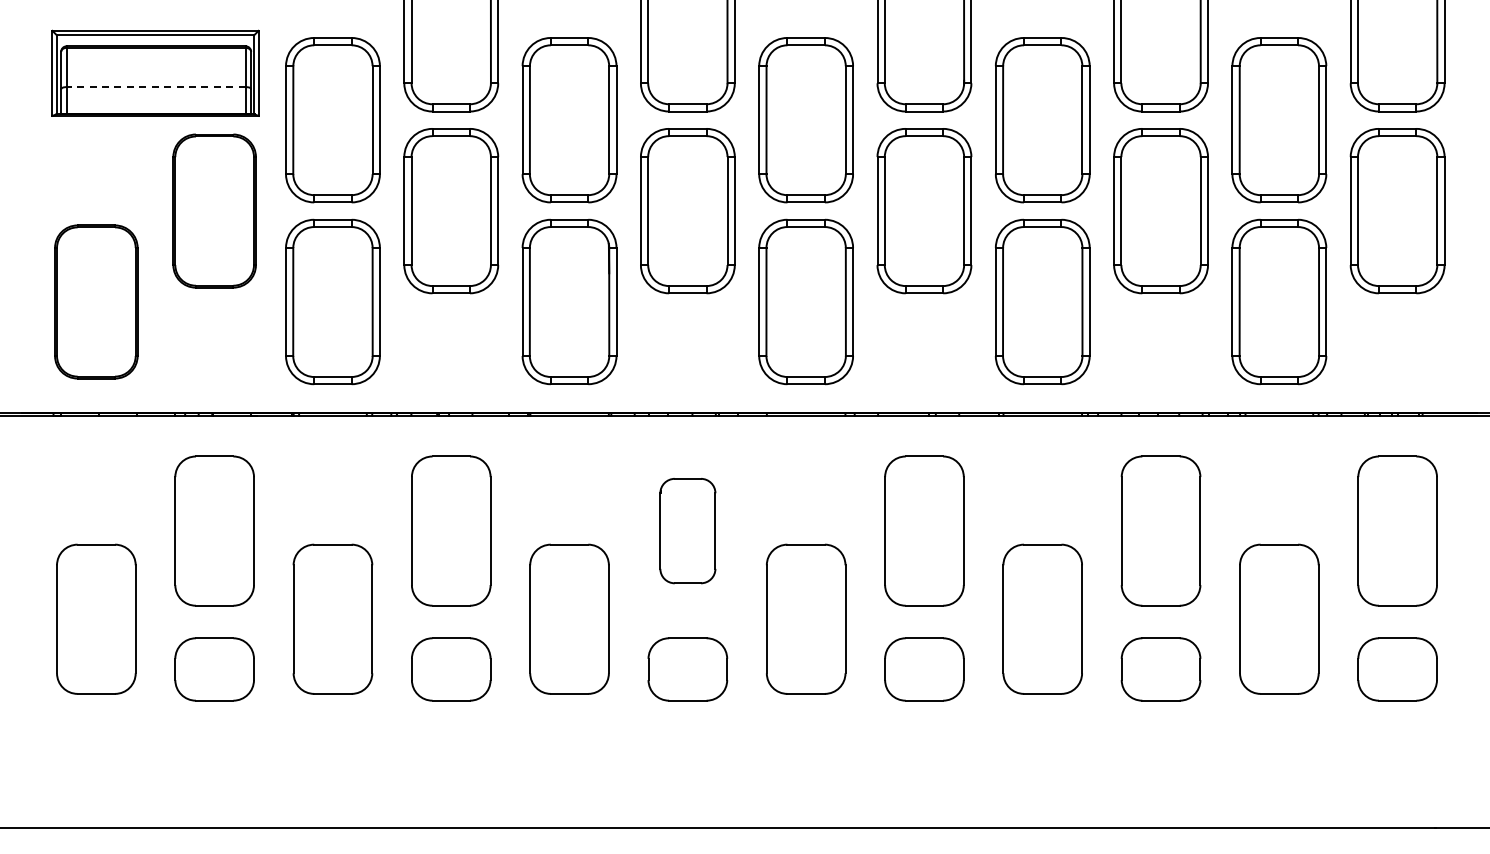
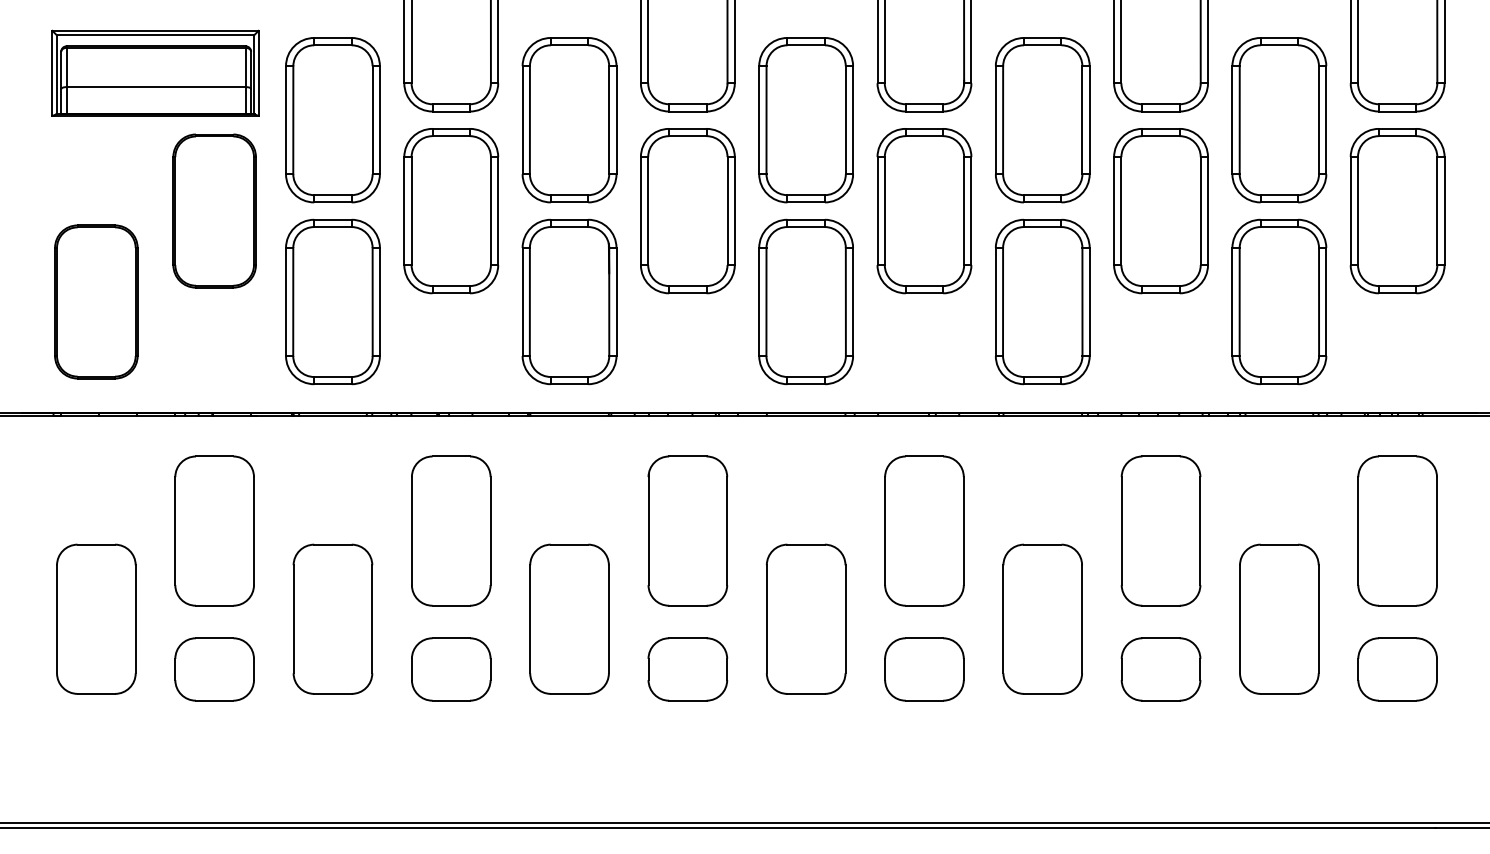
line at (156, 87): dashed -> solid
part at (687, 531) size: 58x107 px -> 82x152 px
line at (744, 822): none -> present
